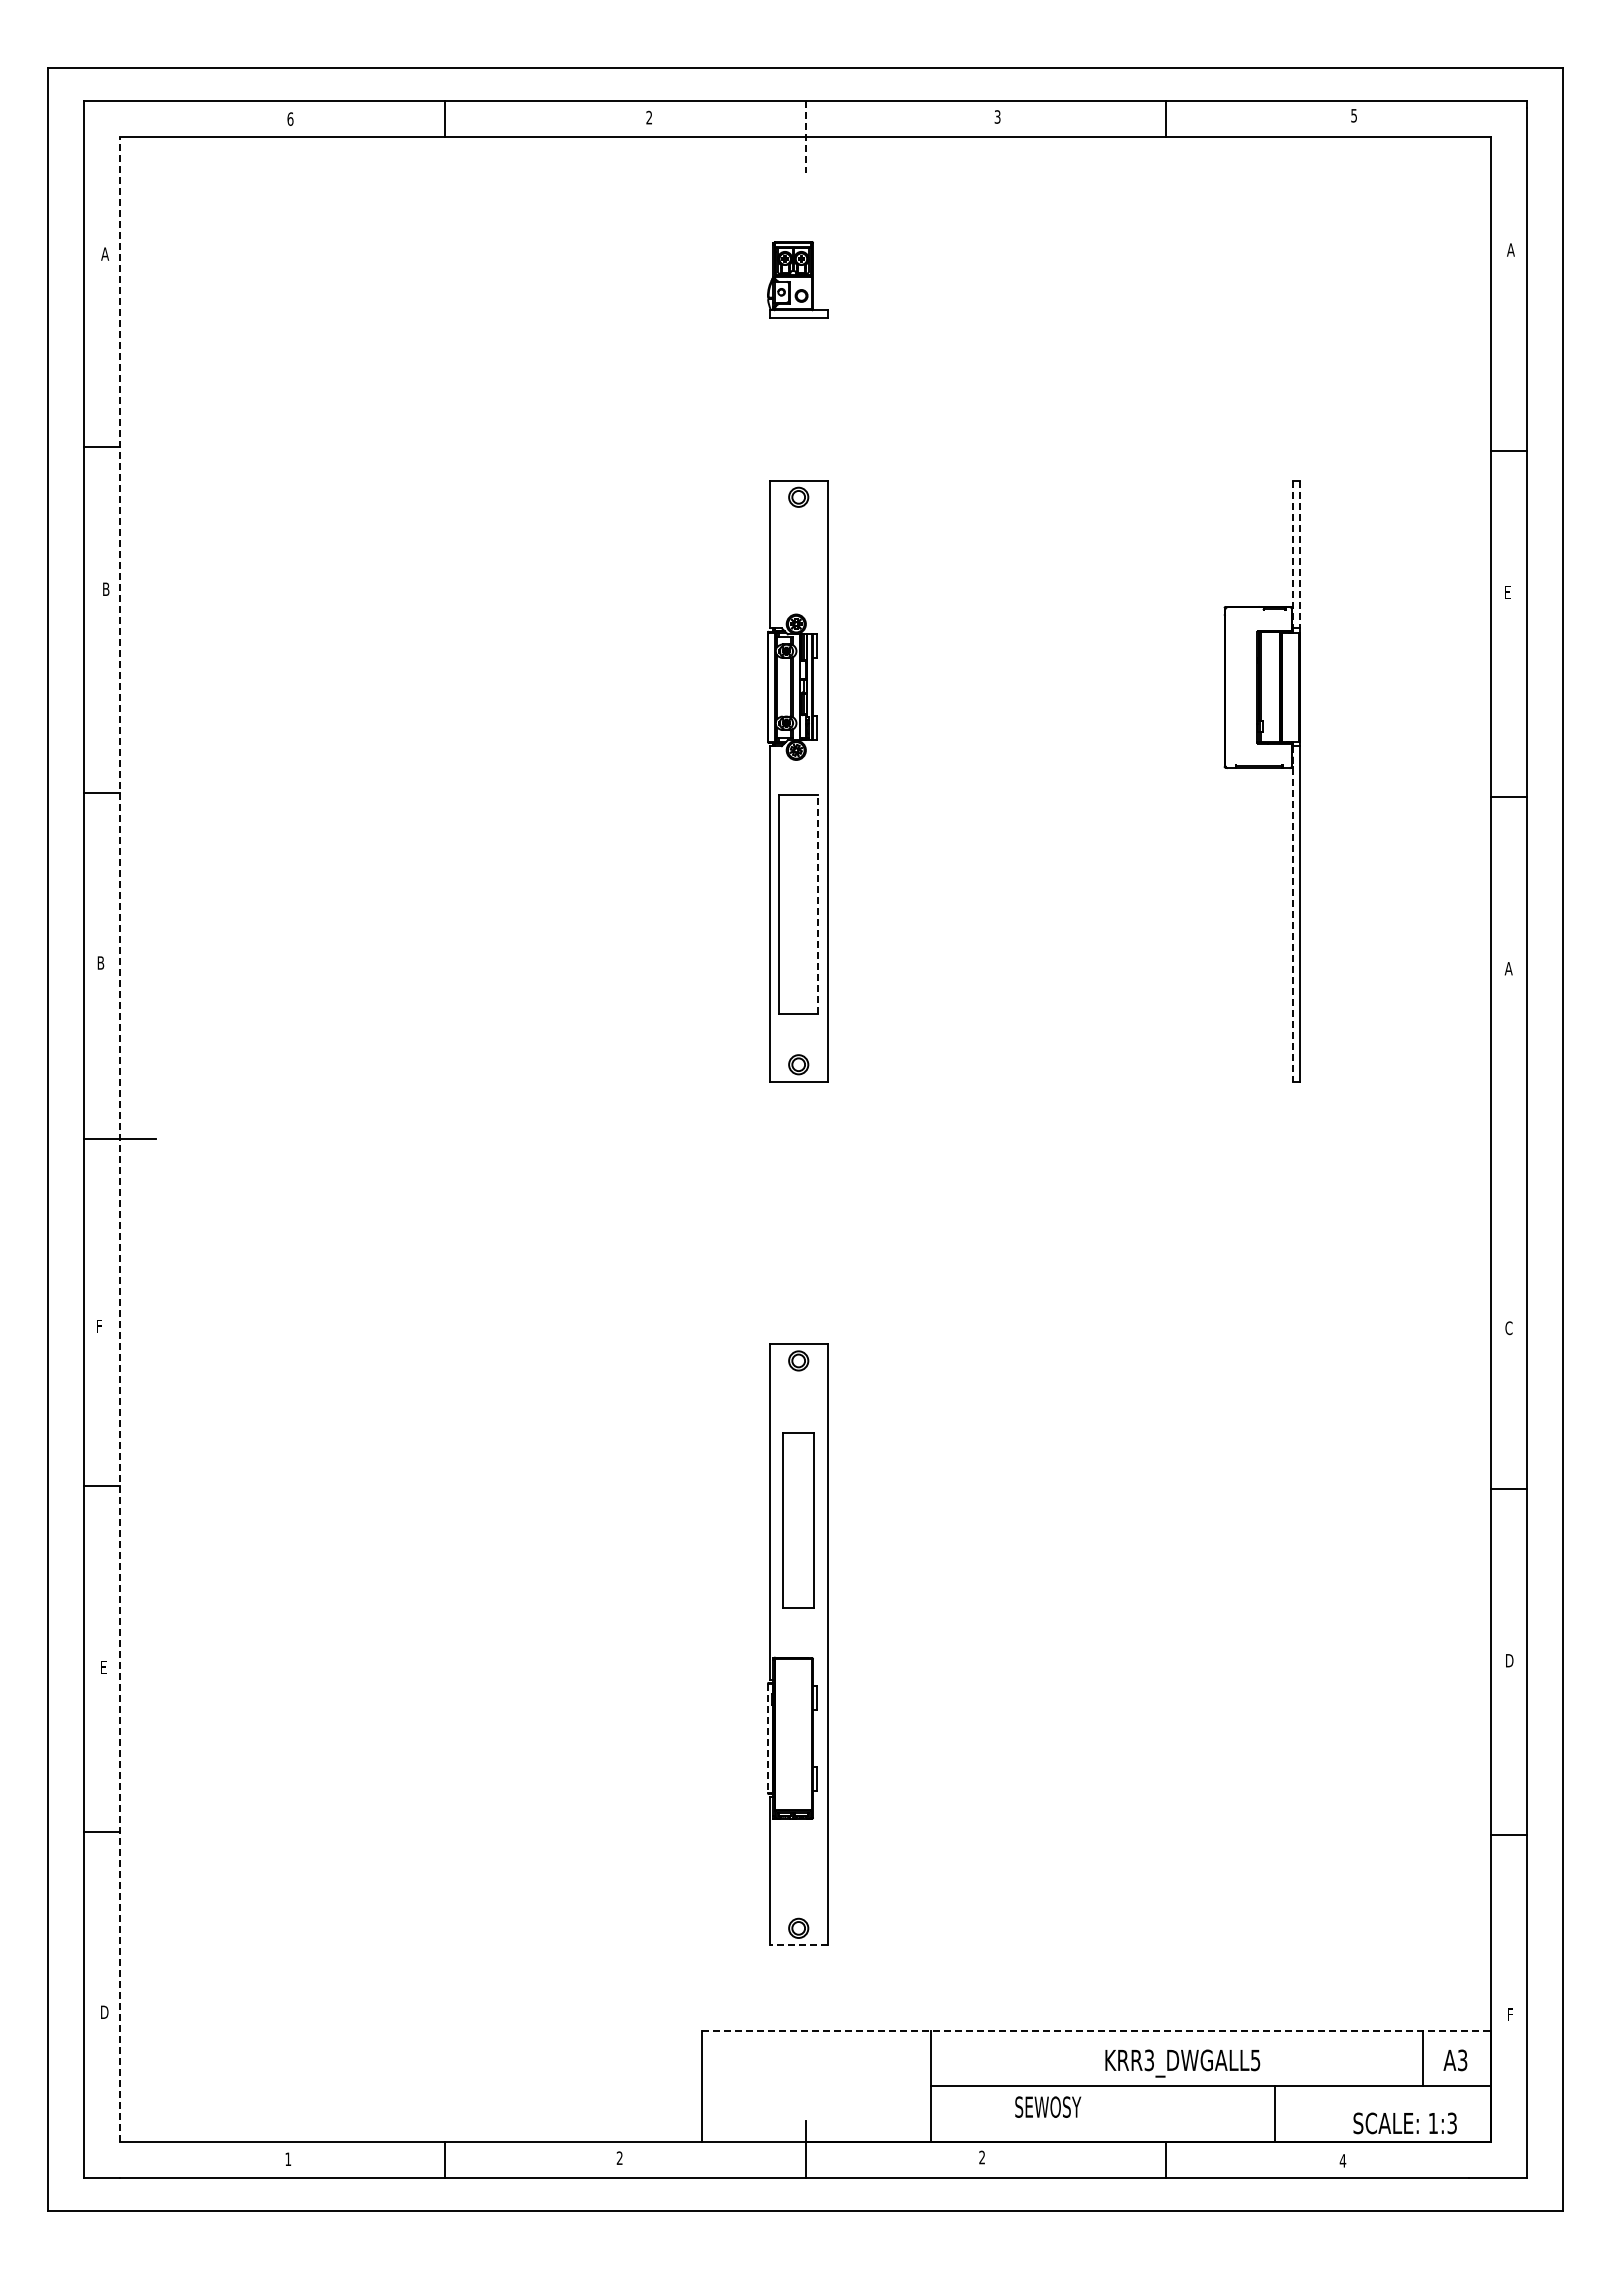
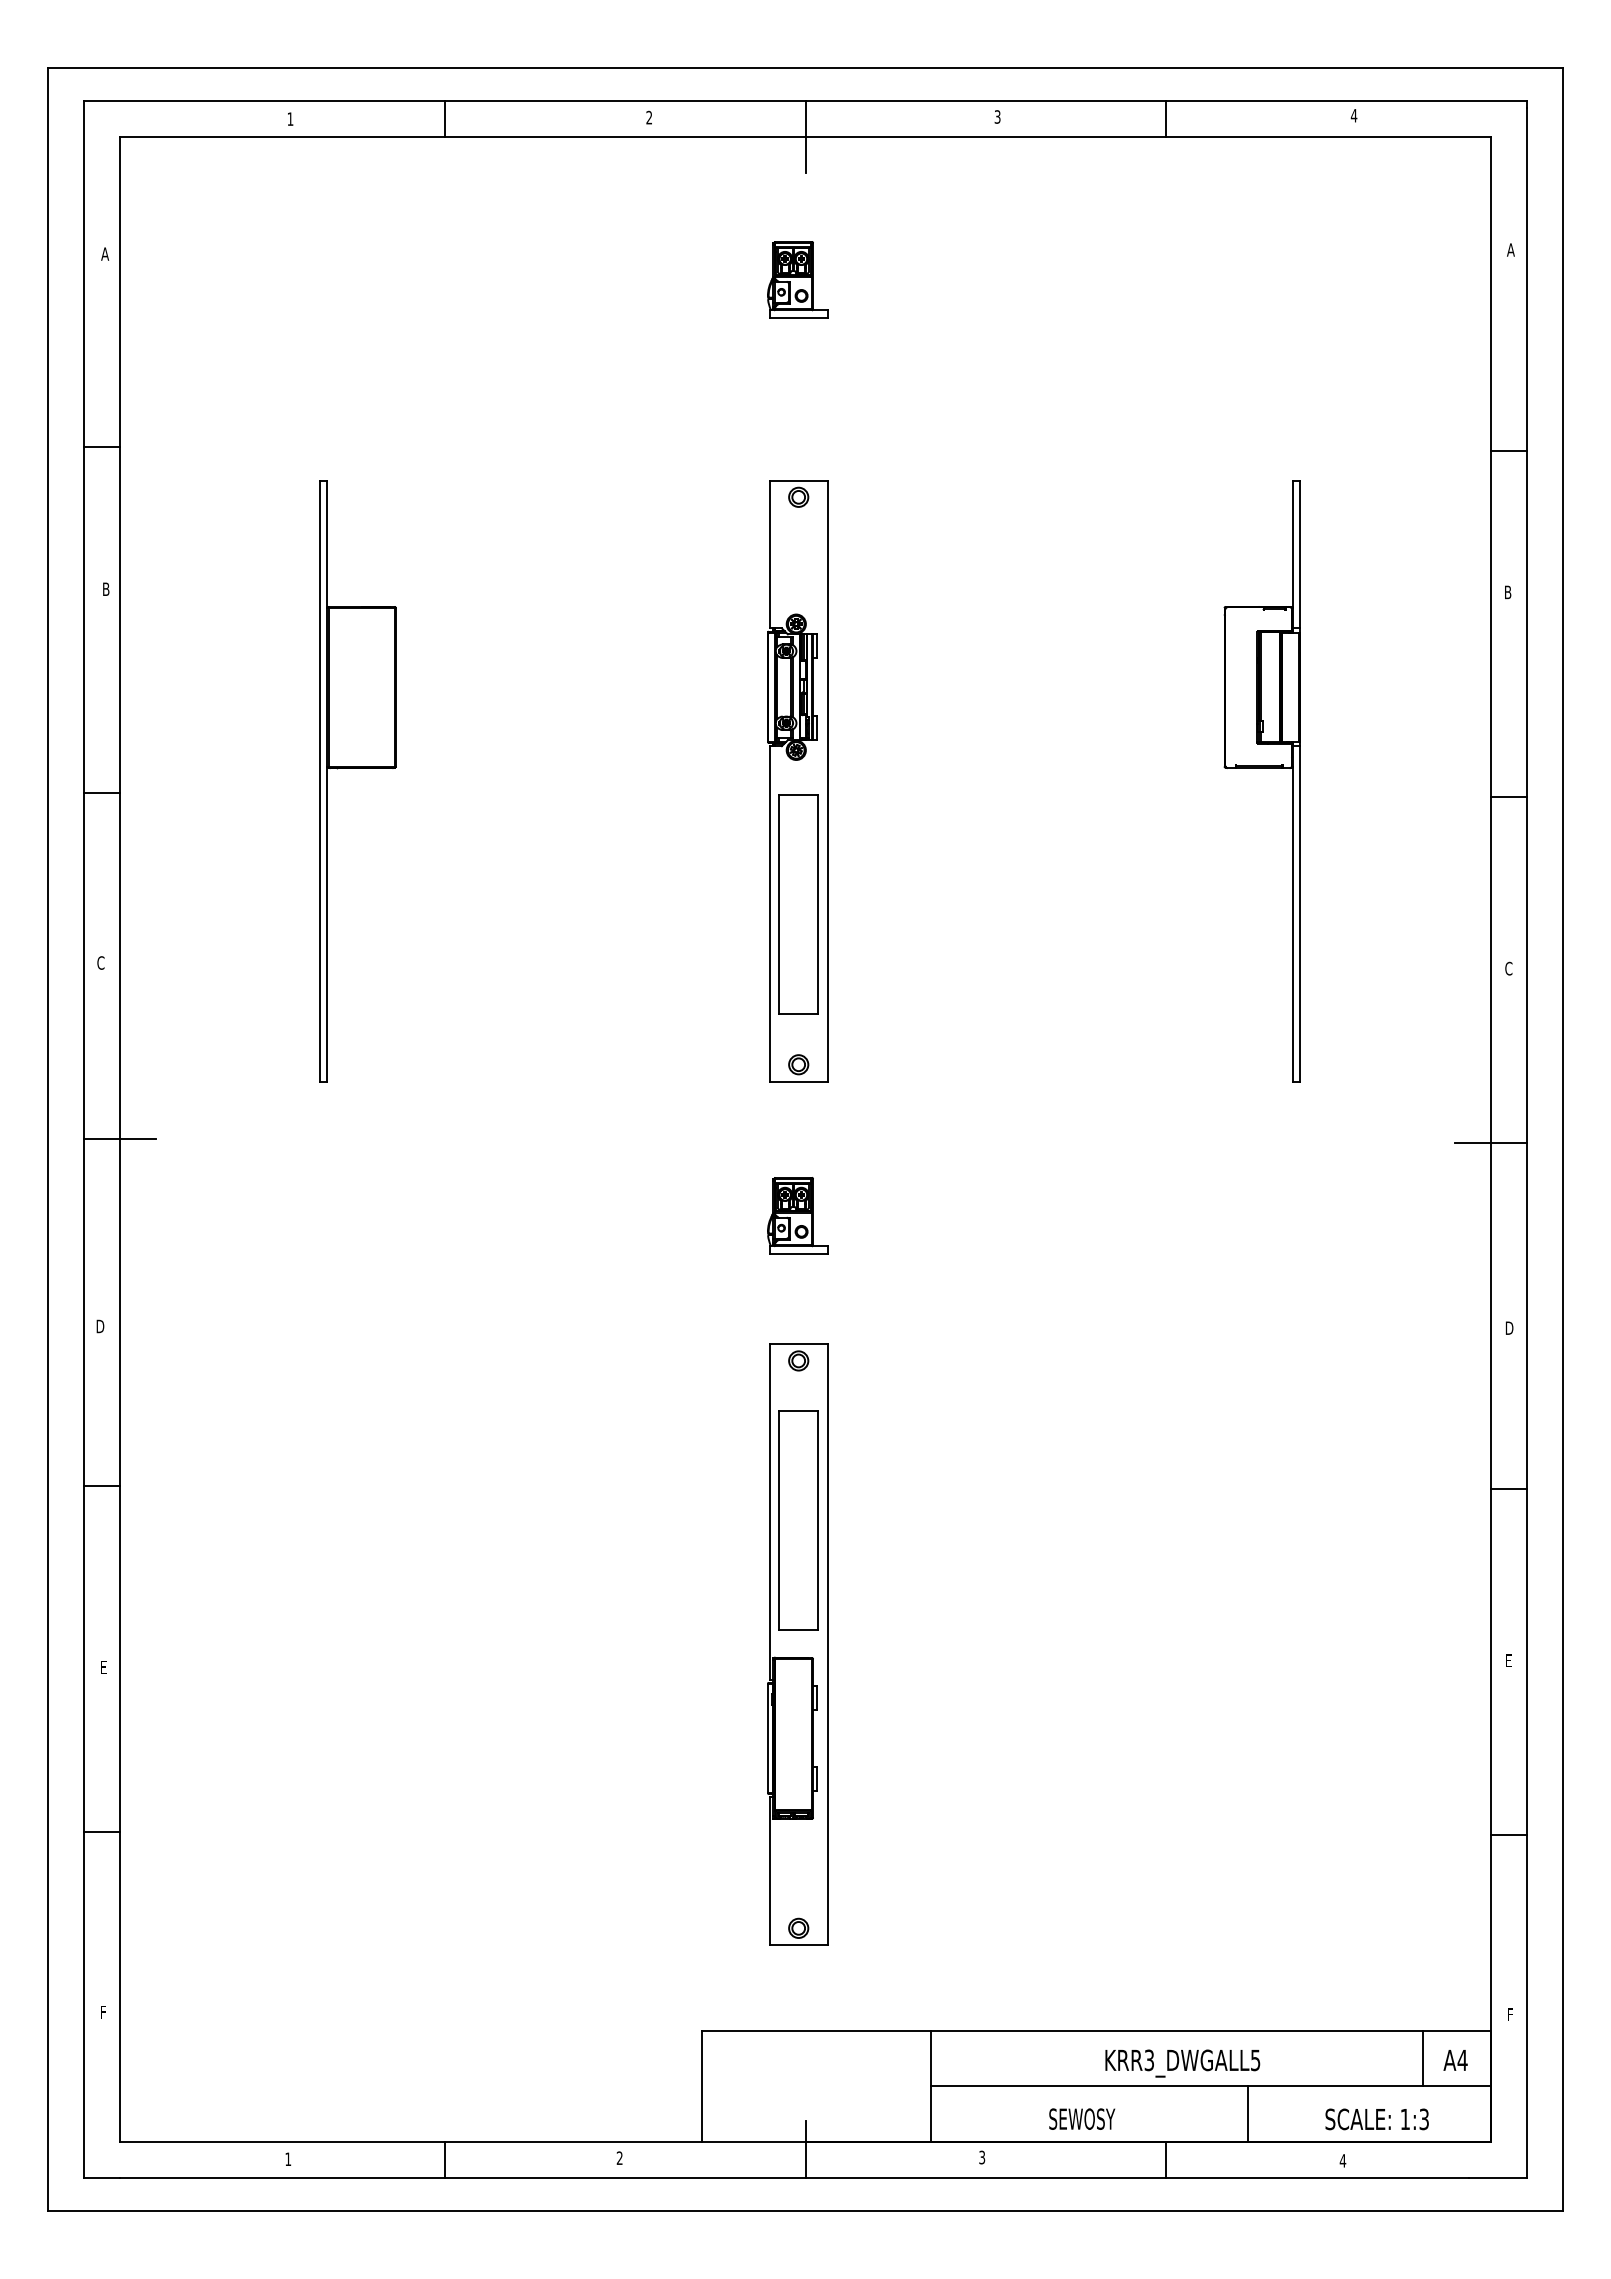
text at (1353, 115): 5 -> 4
text at (290, 118): 6 -> 1
line at (805, 137): dashed -> solid
line at (1293, 554): dashed -> solid
line at (1300, 554): dashed -> solid
text at (1508, 592): E -> B
part at (357, 768): none -> present
line at (817, 904): dashed -> solid
line at (1293, 913): dashed -> solid
text at (100, 962): B -> C
text at (1508, 968): A -> C
line at (120, 1139): dashed -> solid
line at (1490, 1142): none -> present
part at (797, 1215): none -> present
text at (100, 1326): F -> D
text at (1509, 1328): C -> D
part at (798, 1520) size: 33x177 px -> 41x221 px
text at (1509, 1660): D -> E
line at (767, 1738): dashed -> solid
line at (798, 1945): dashed -> solid
text at (104, 2011): D -> F
line at (1096, 2030): dashed -> solid
text at (1462, 2060): A3 -> A4
text at (1048, 2106) position: (1048, 2106) -> (1082, 2118)
line at (1274, 2114) position: (1274, 2114) -> (1247, 2114)
text at (1404, 2123) position: (1404, 2123) -> (1376, 2119)
text at (982, 2157): 2 -> 3
